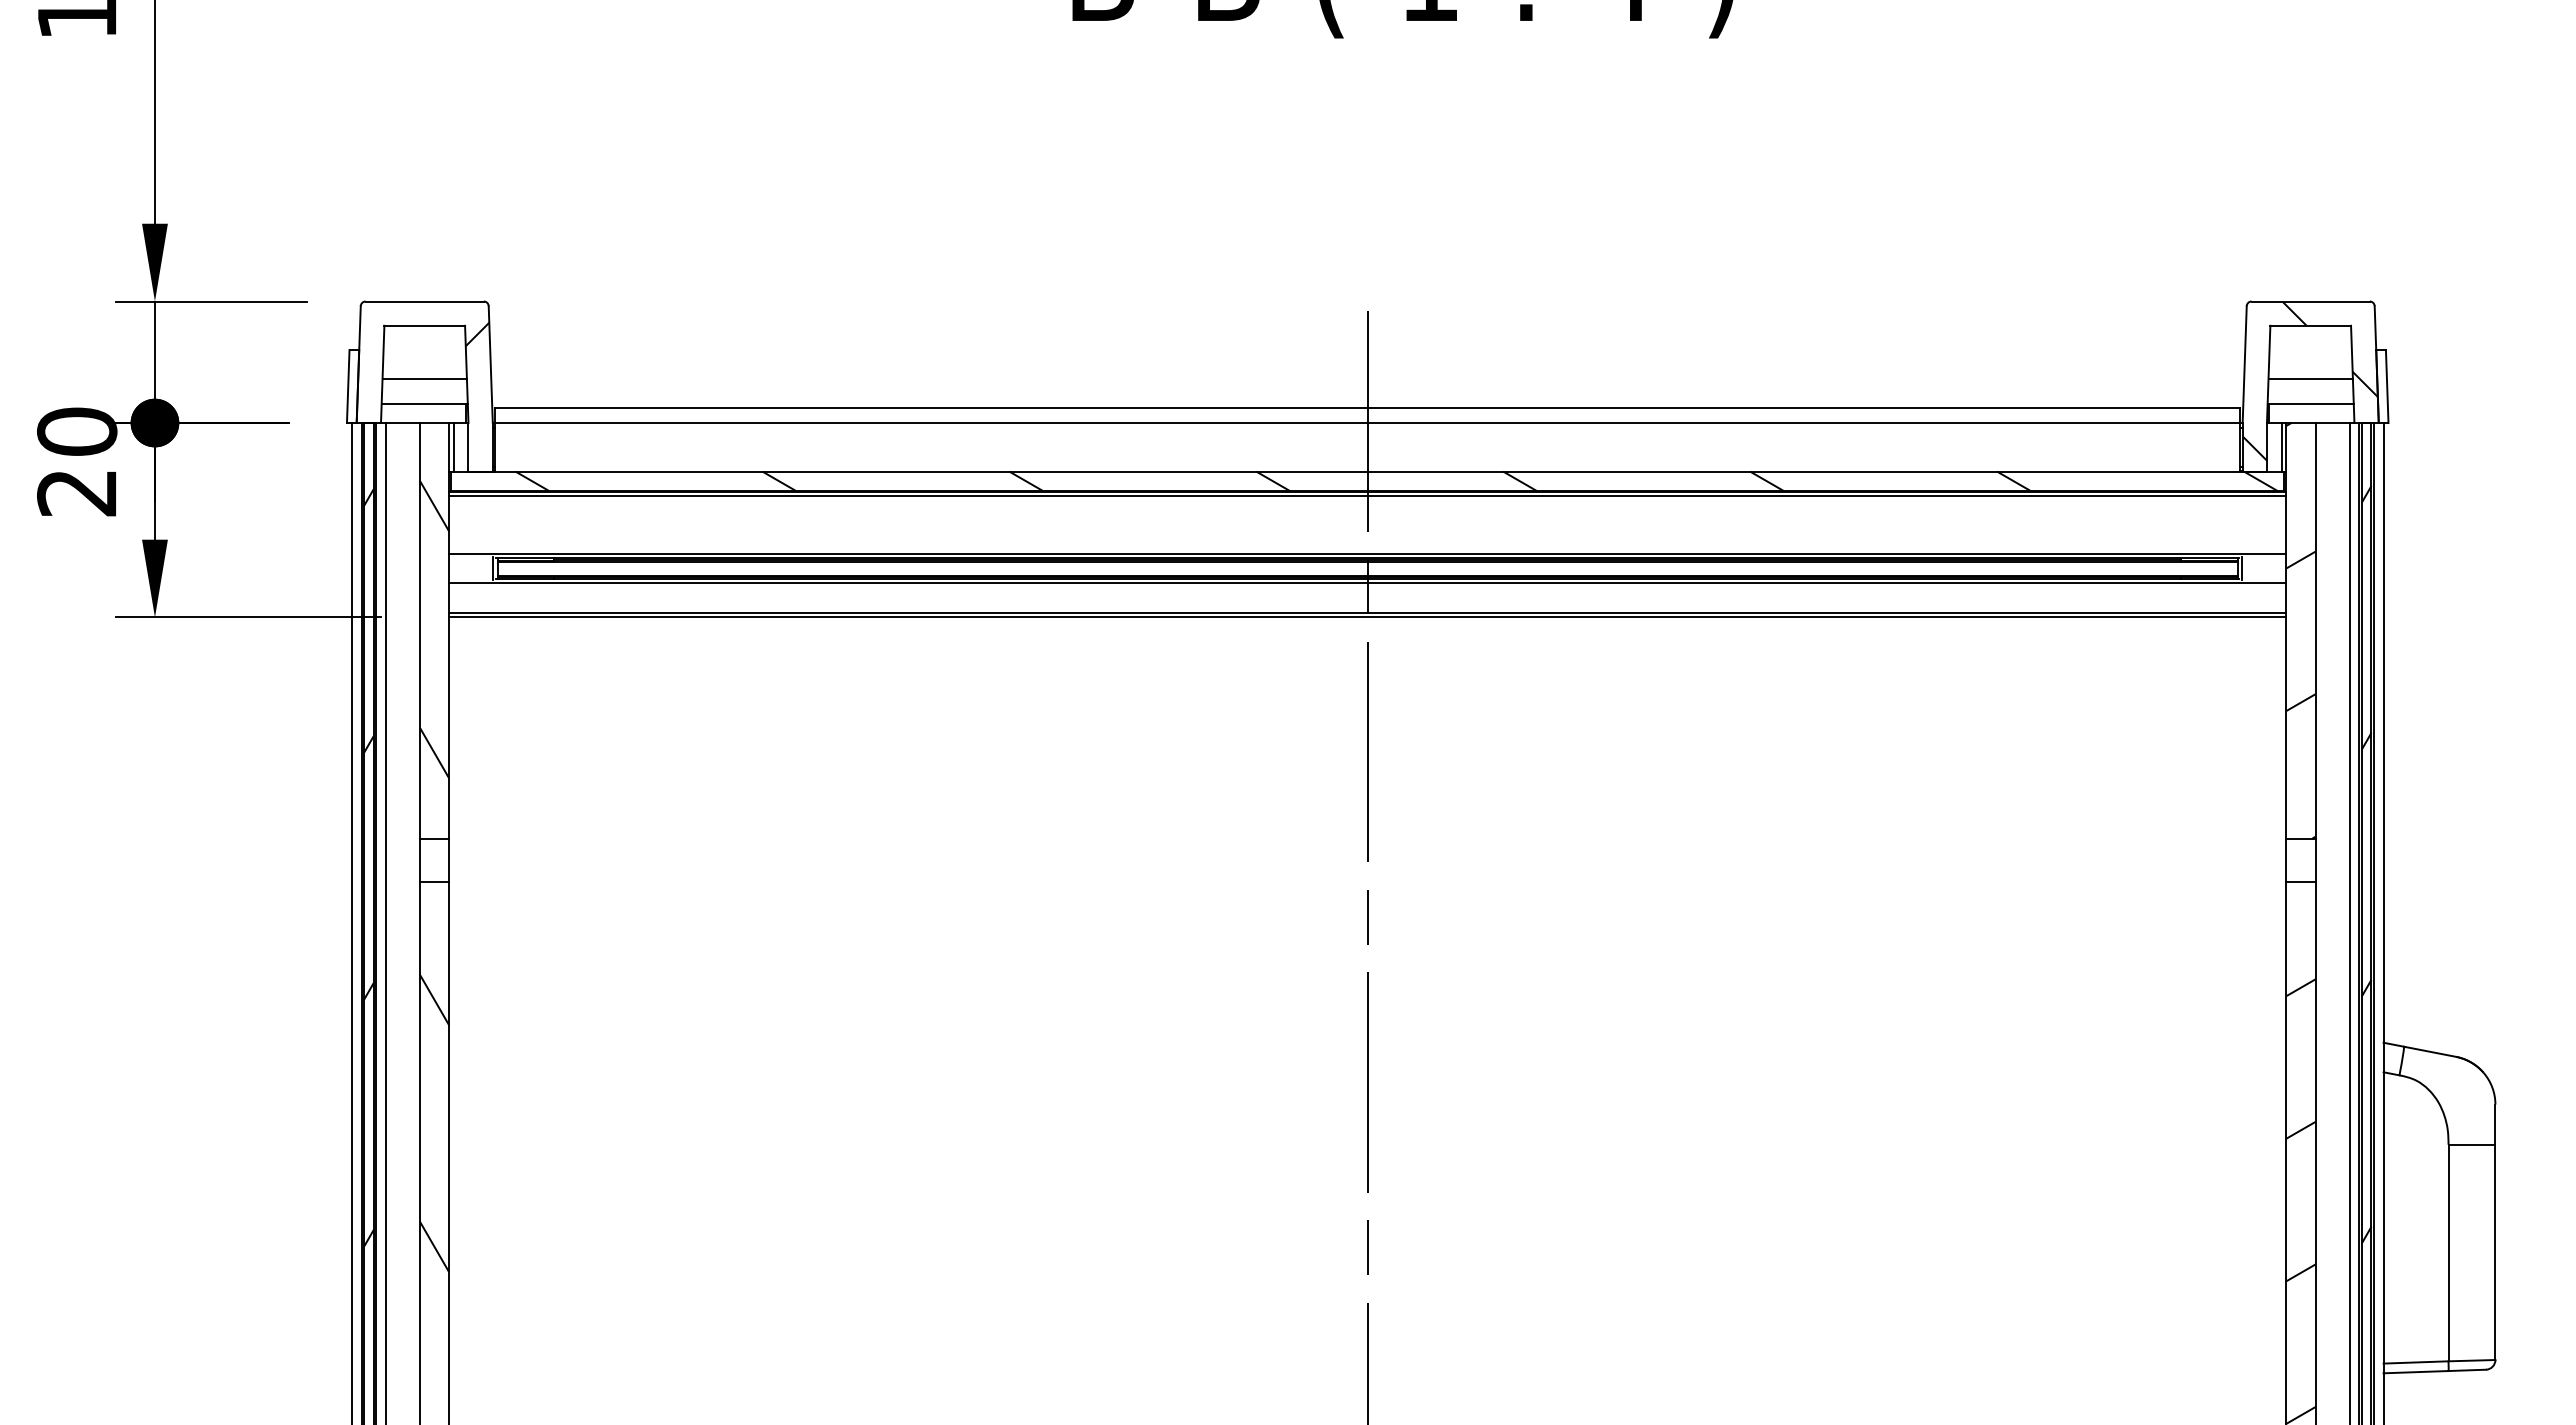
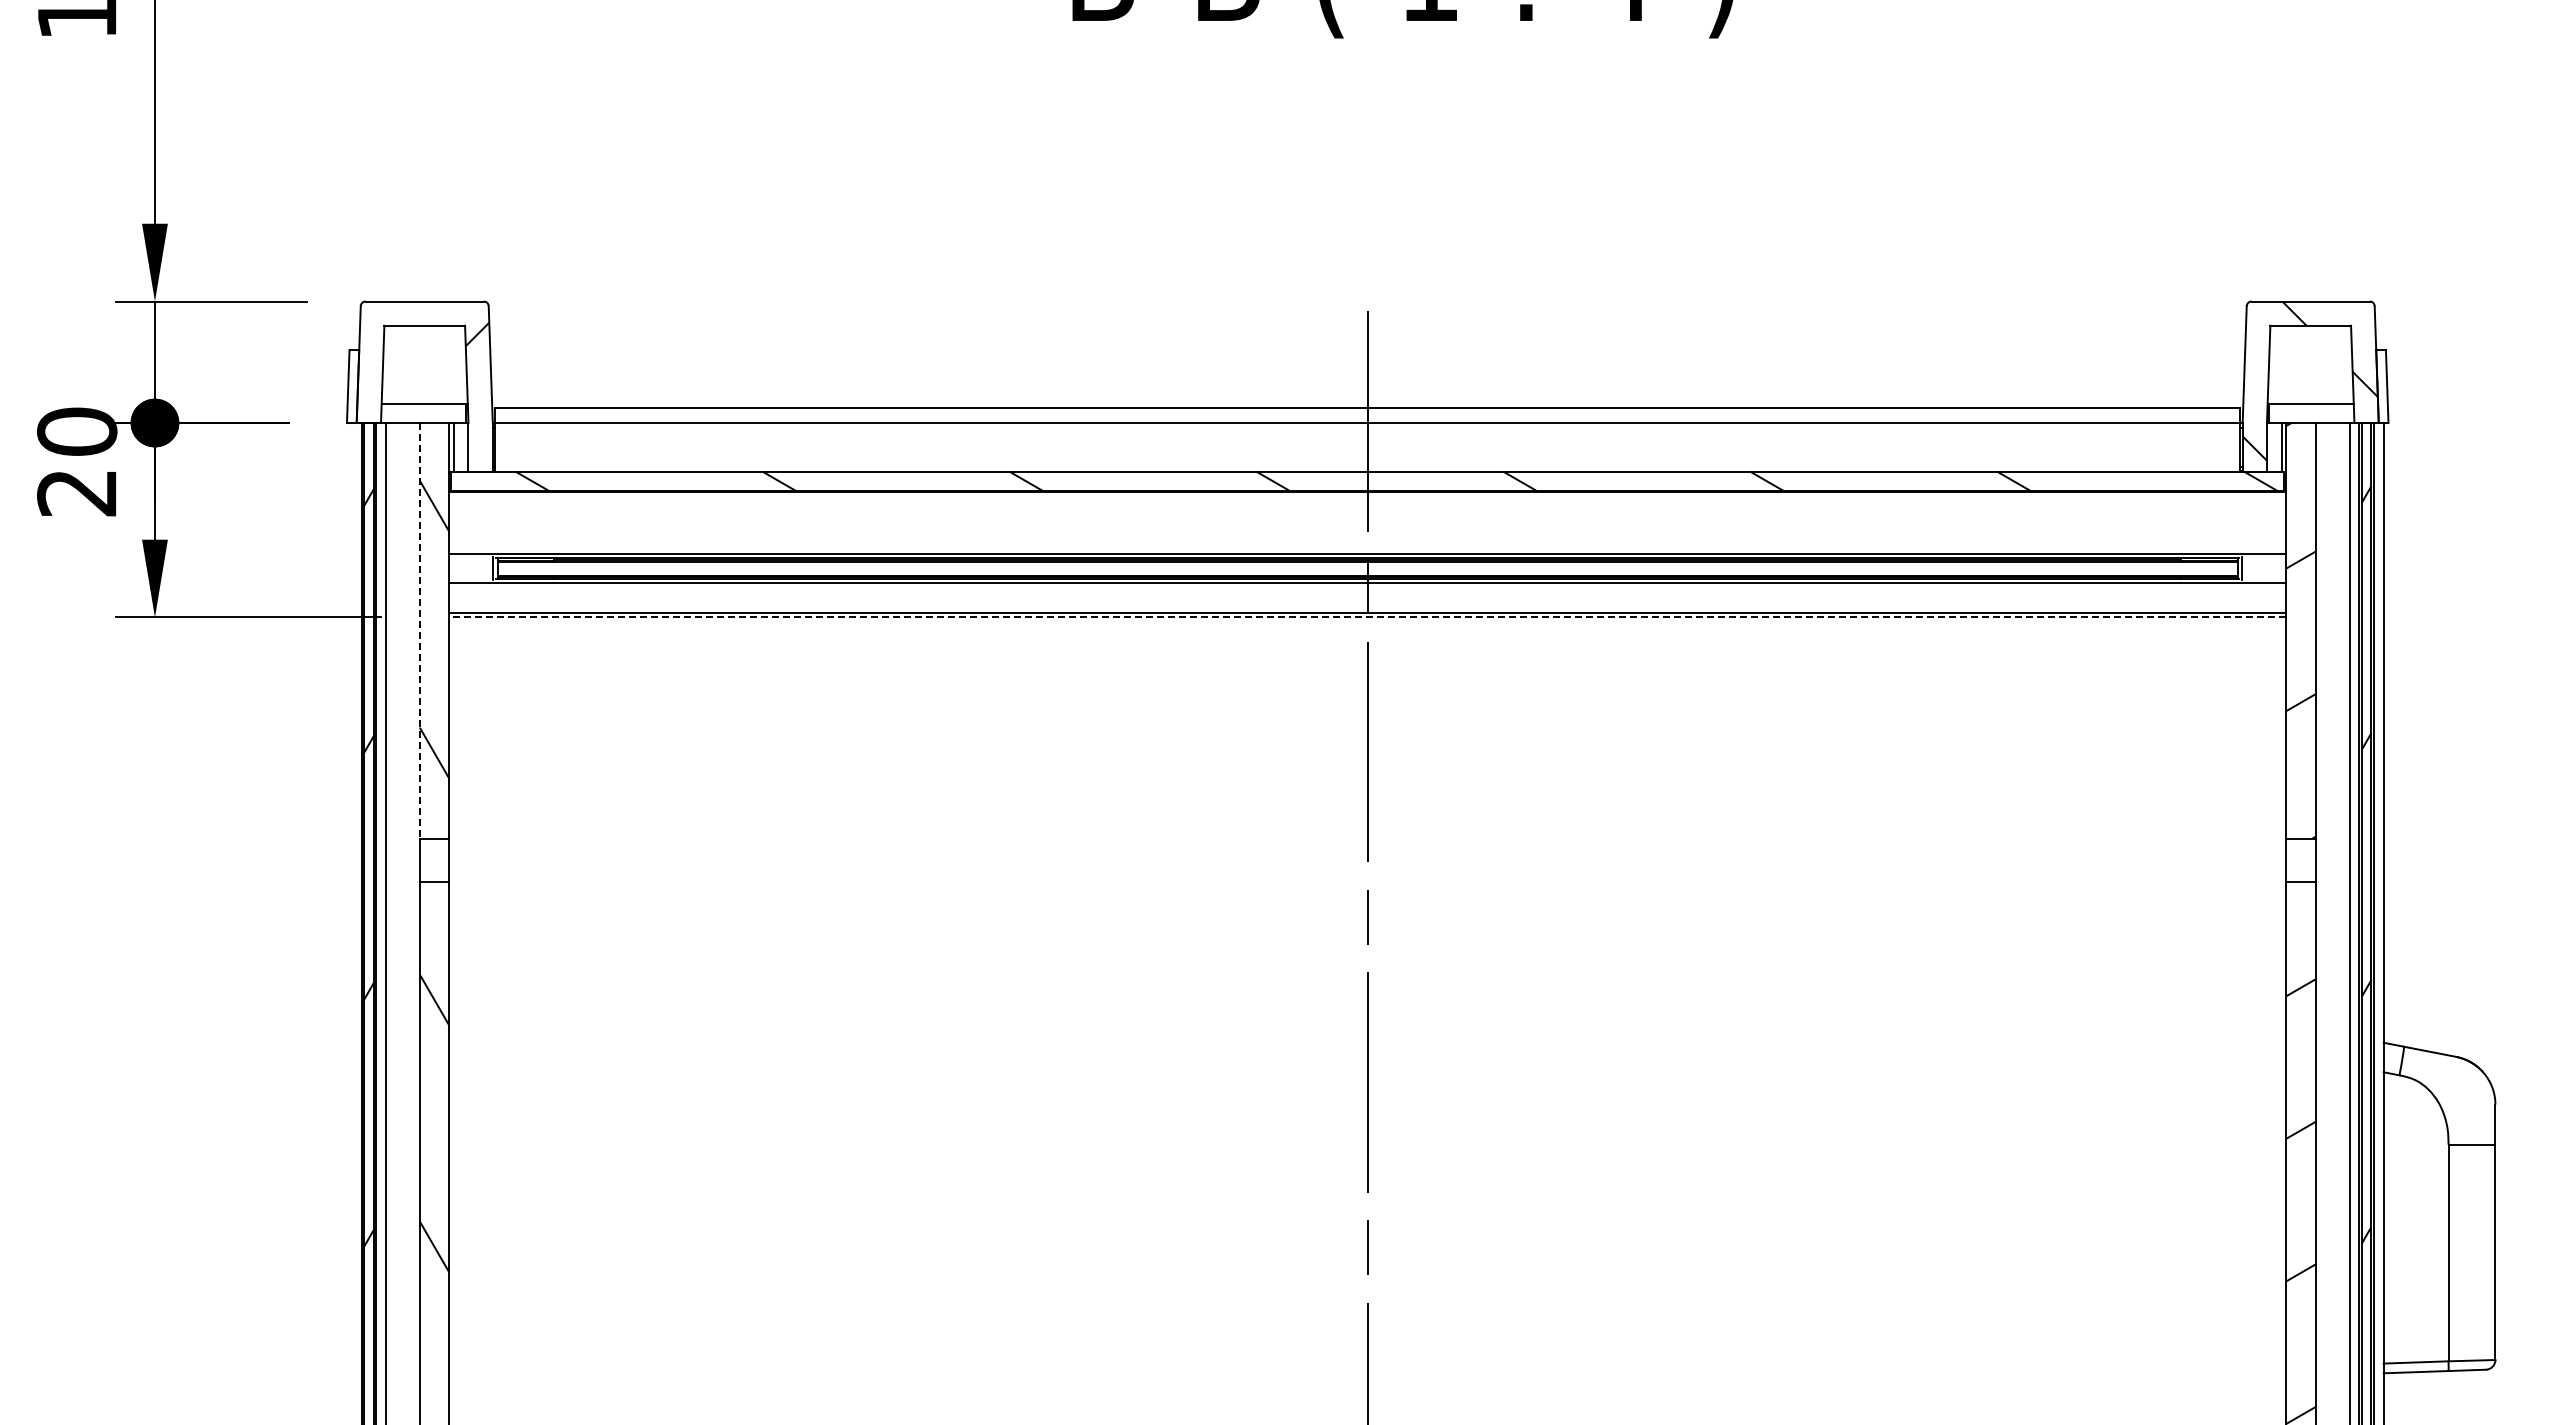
line at (424, 379): present -> none
line at (2310, 379): present -> none
line at (1367, 495): present -> none
line at (1367, 617): solid -> dashed
line at (419, 630): solid -> dashed
line at (351, 922): present -> none
